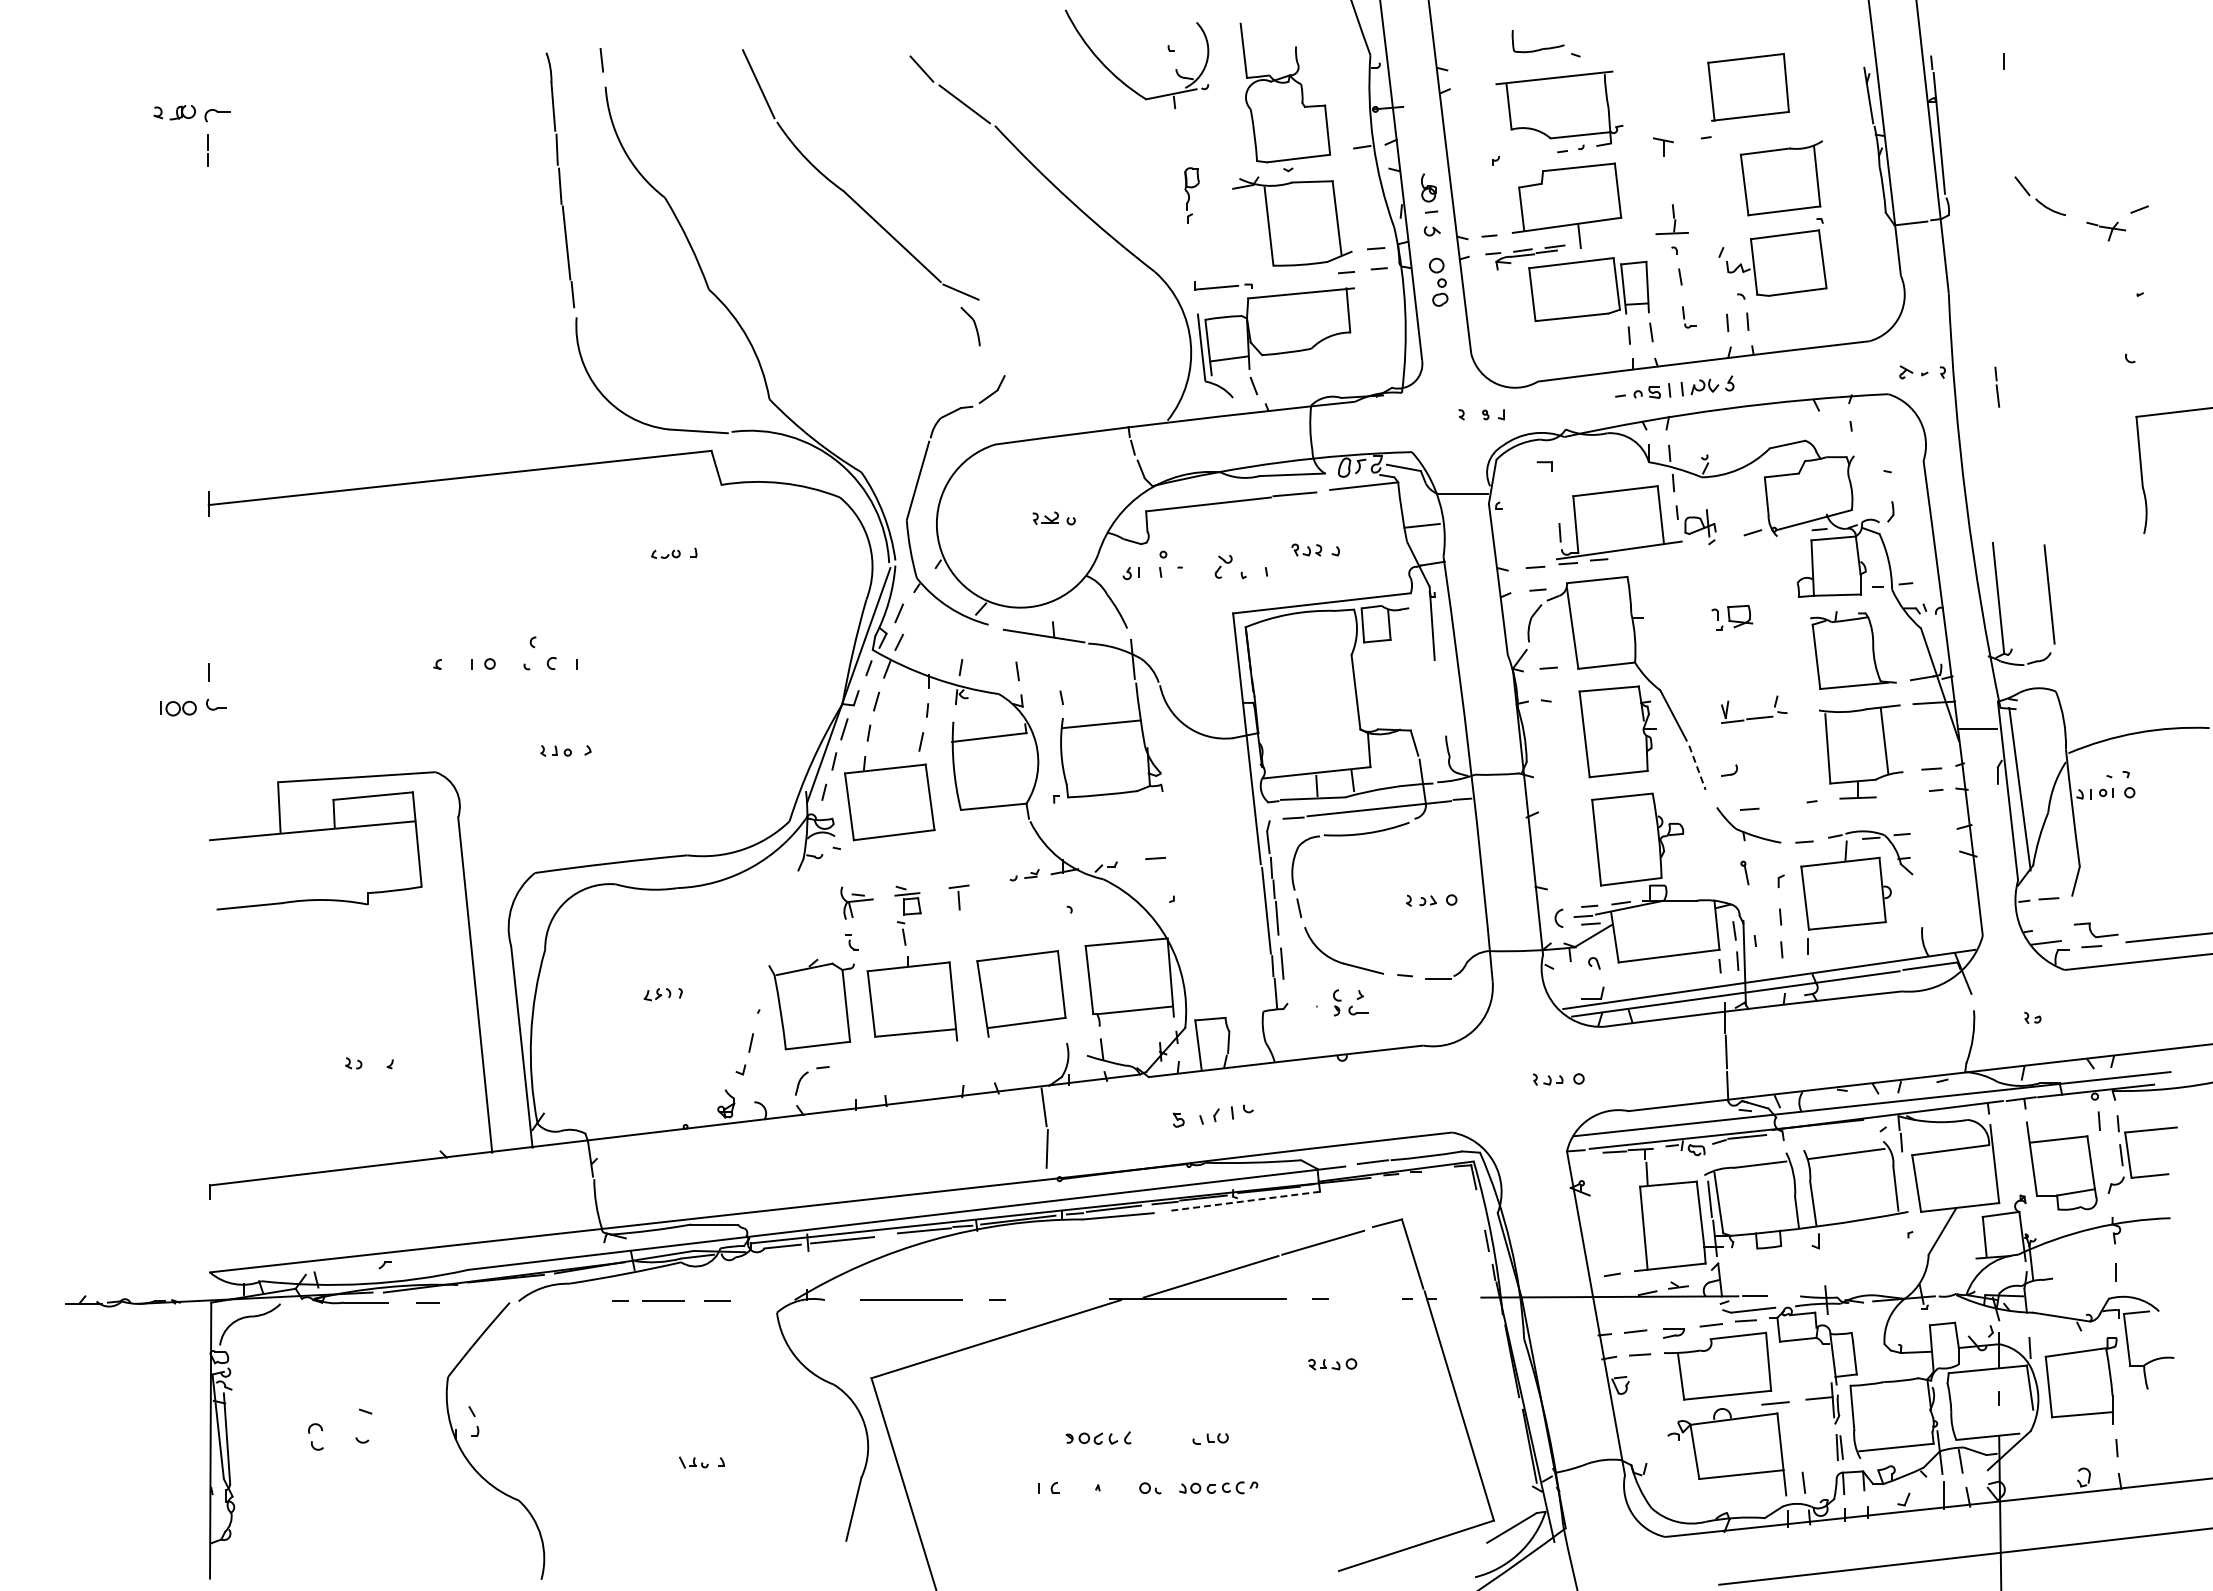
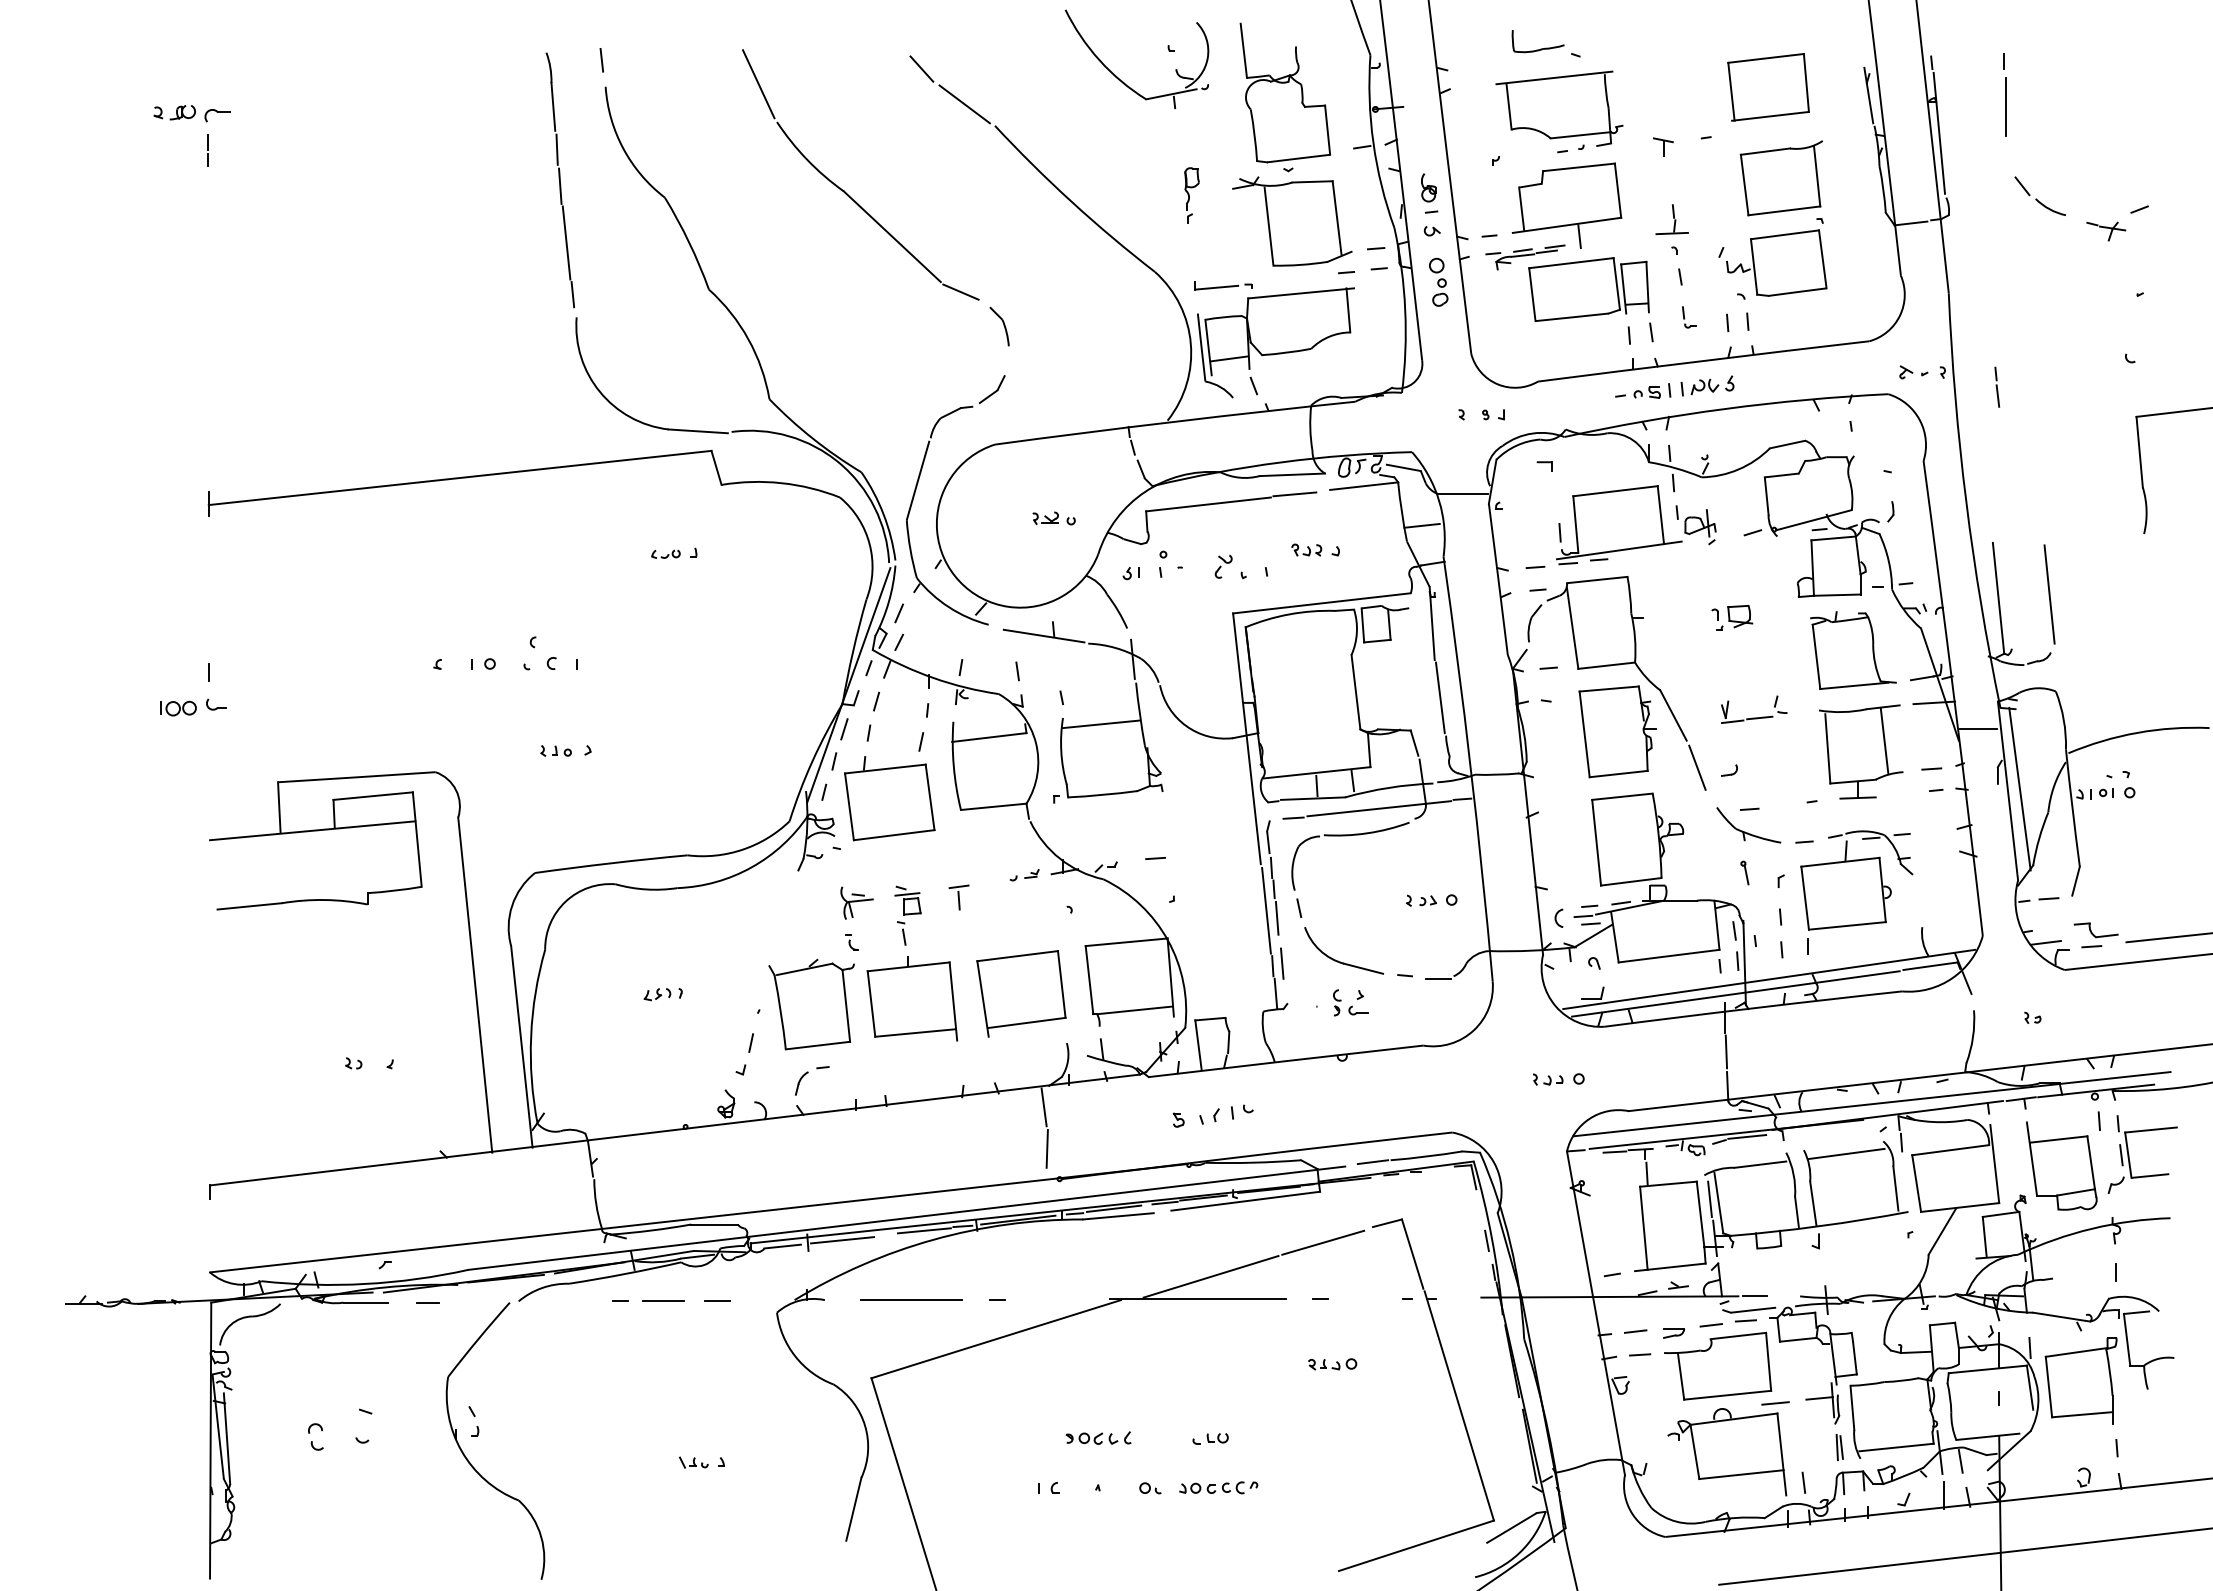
part at (1748, 87) position: (1748, 87) -> (1768, 87)
line at (2005, 106): none -> present
part at (970, 326) position: (970, 326) -> (999, 326)
line at (1439, 697): none -> present
line at (1697, 767): dashed -> solid
line at (1245, 1201): dashed -> solid
